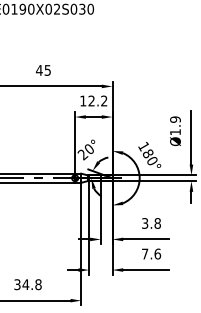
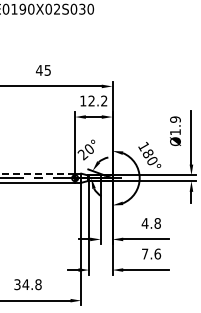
line at (37, 173): solid -> dashed
text at (144, 223): 3.8 -> 4.8
